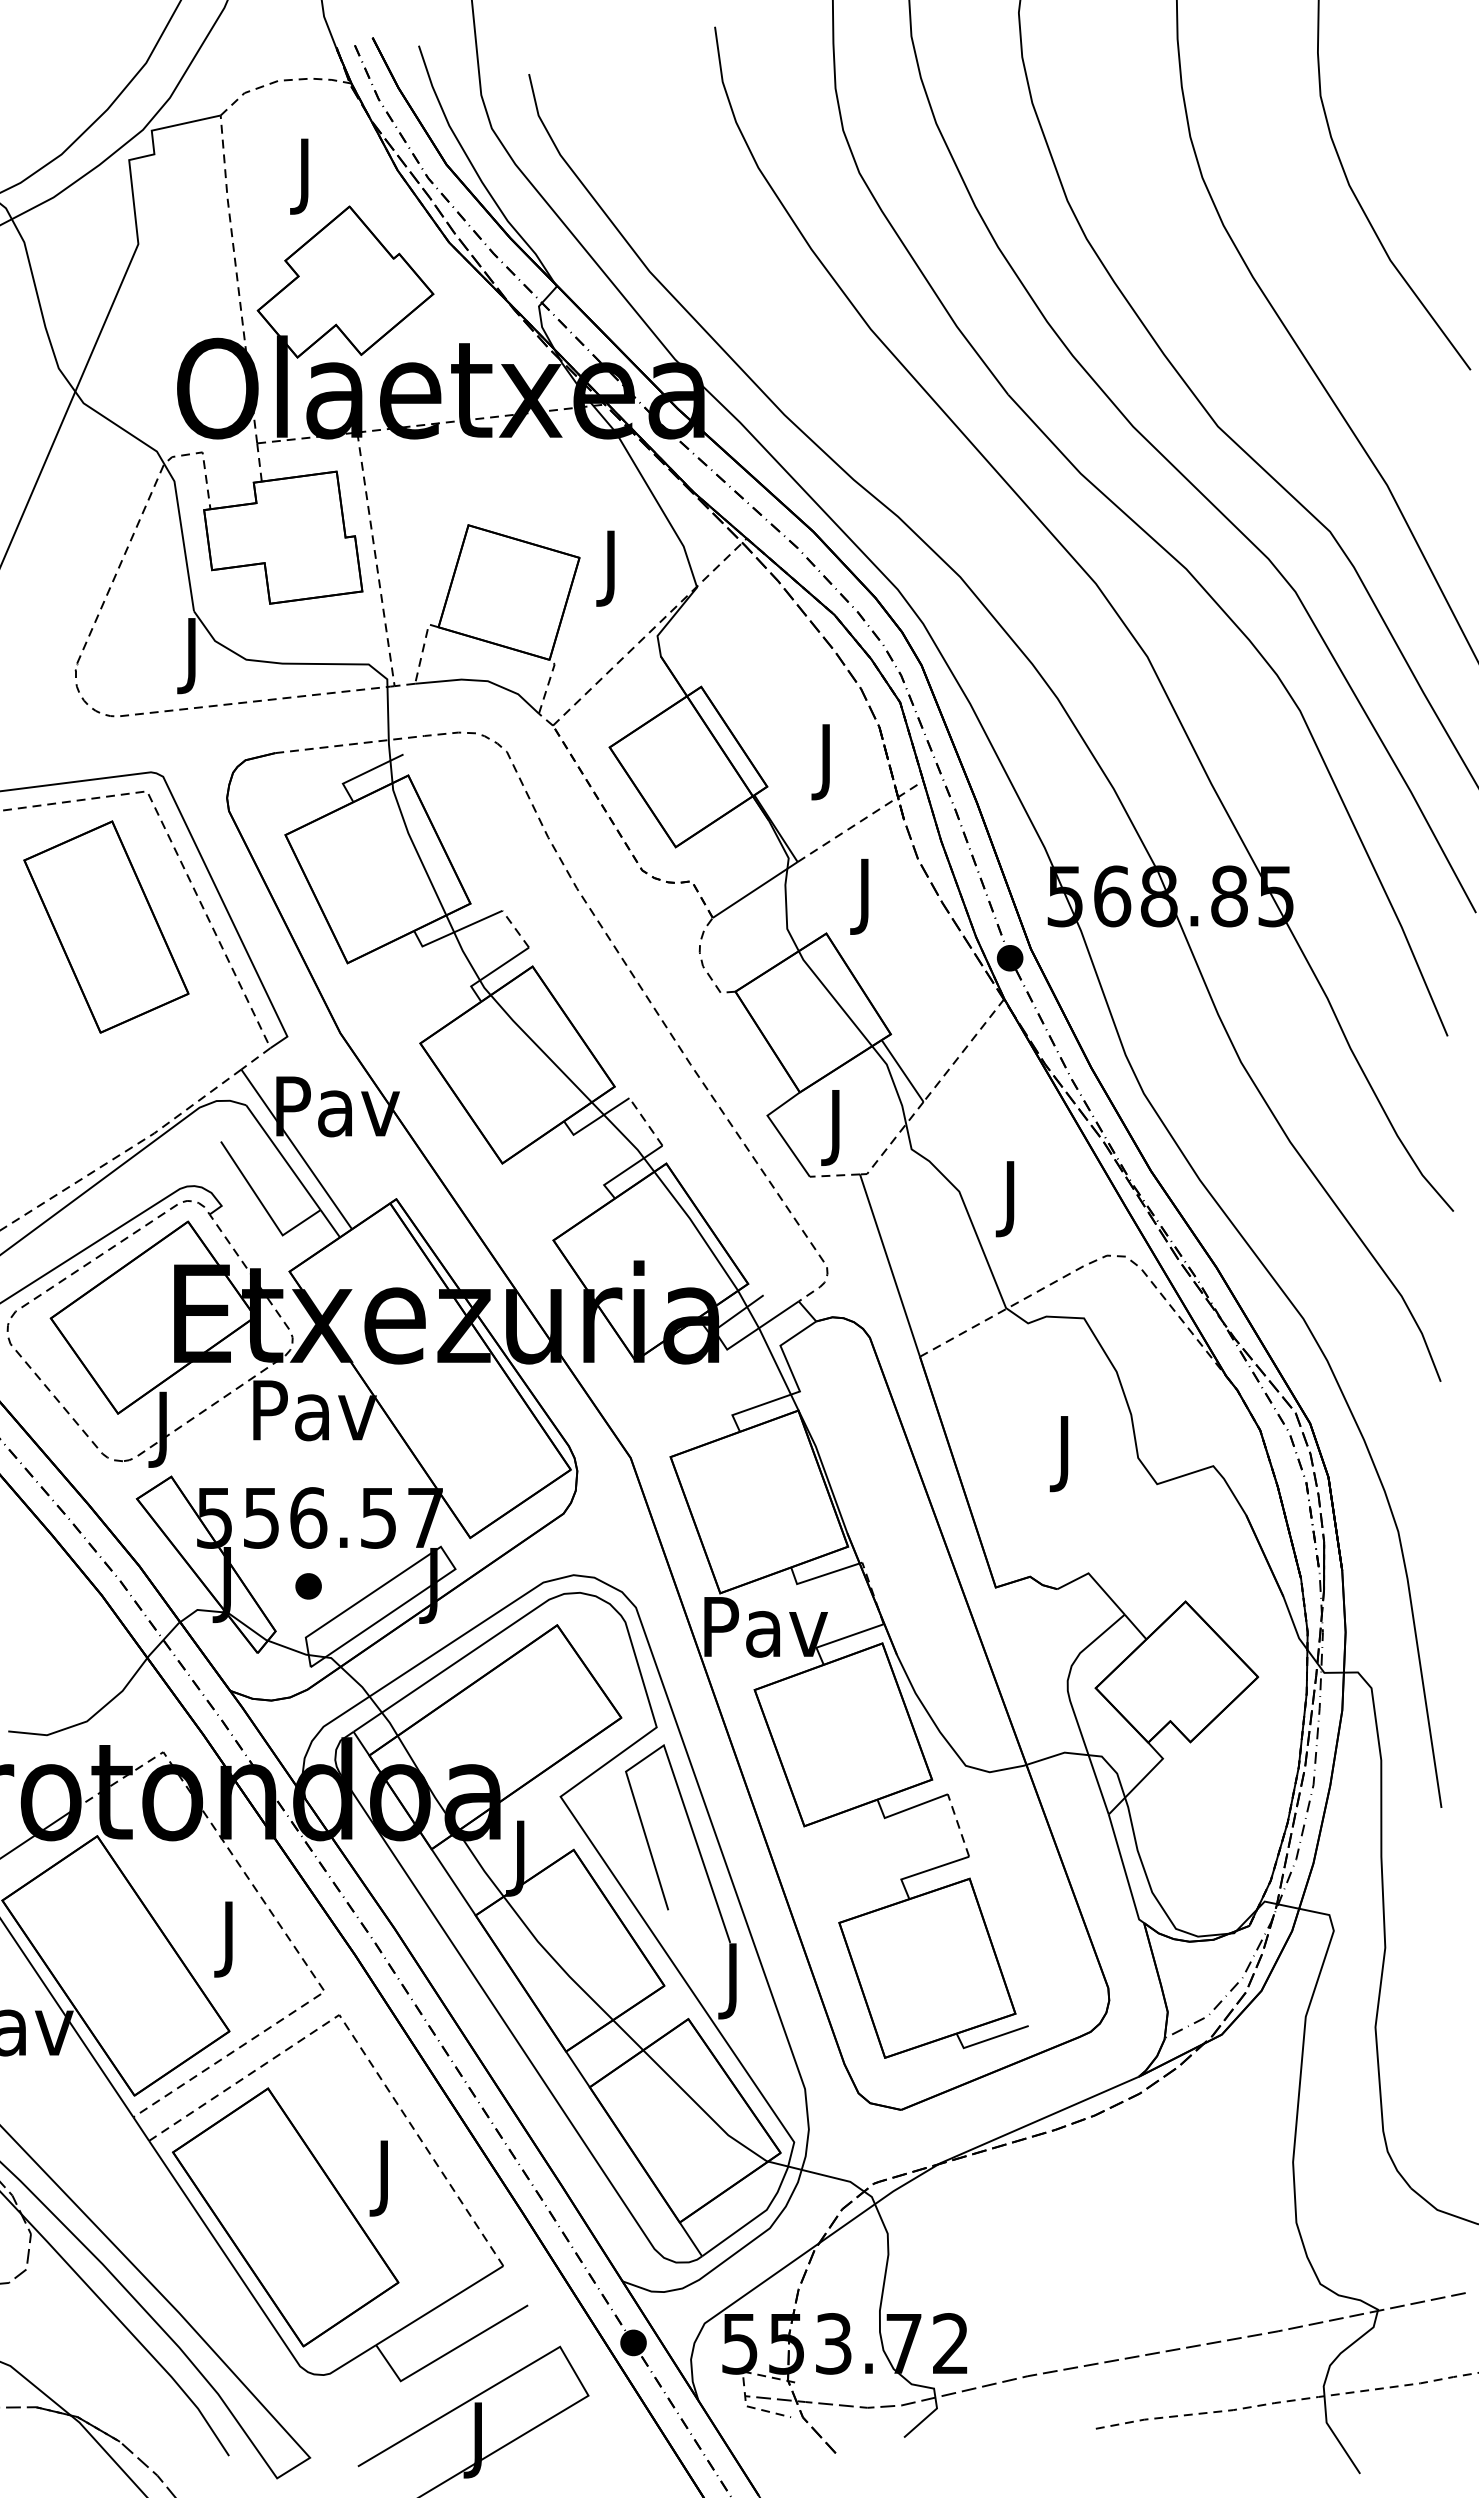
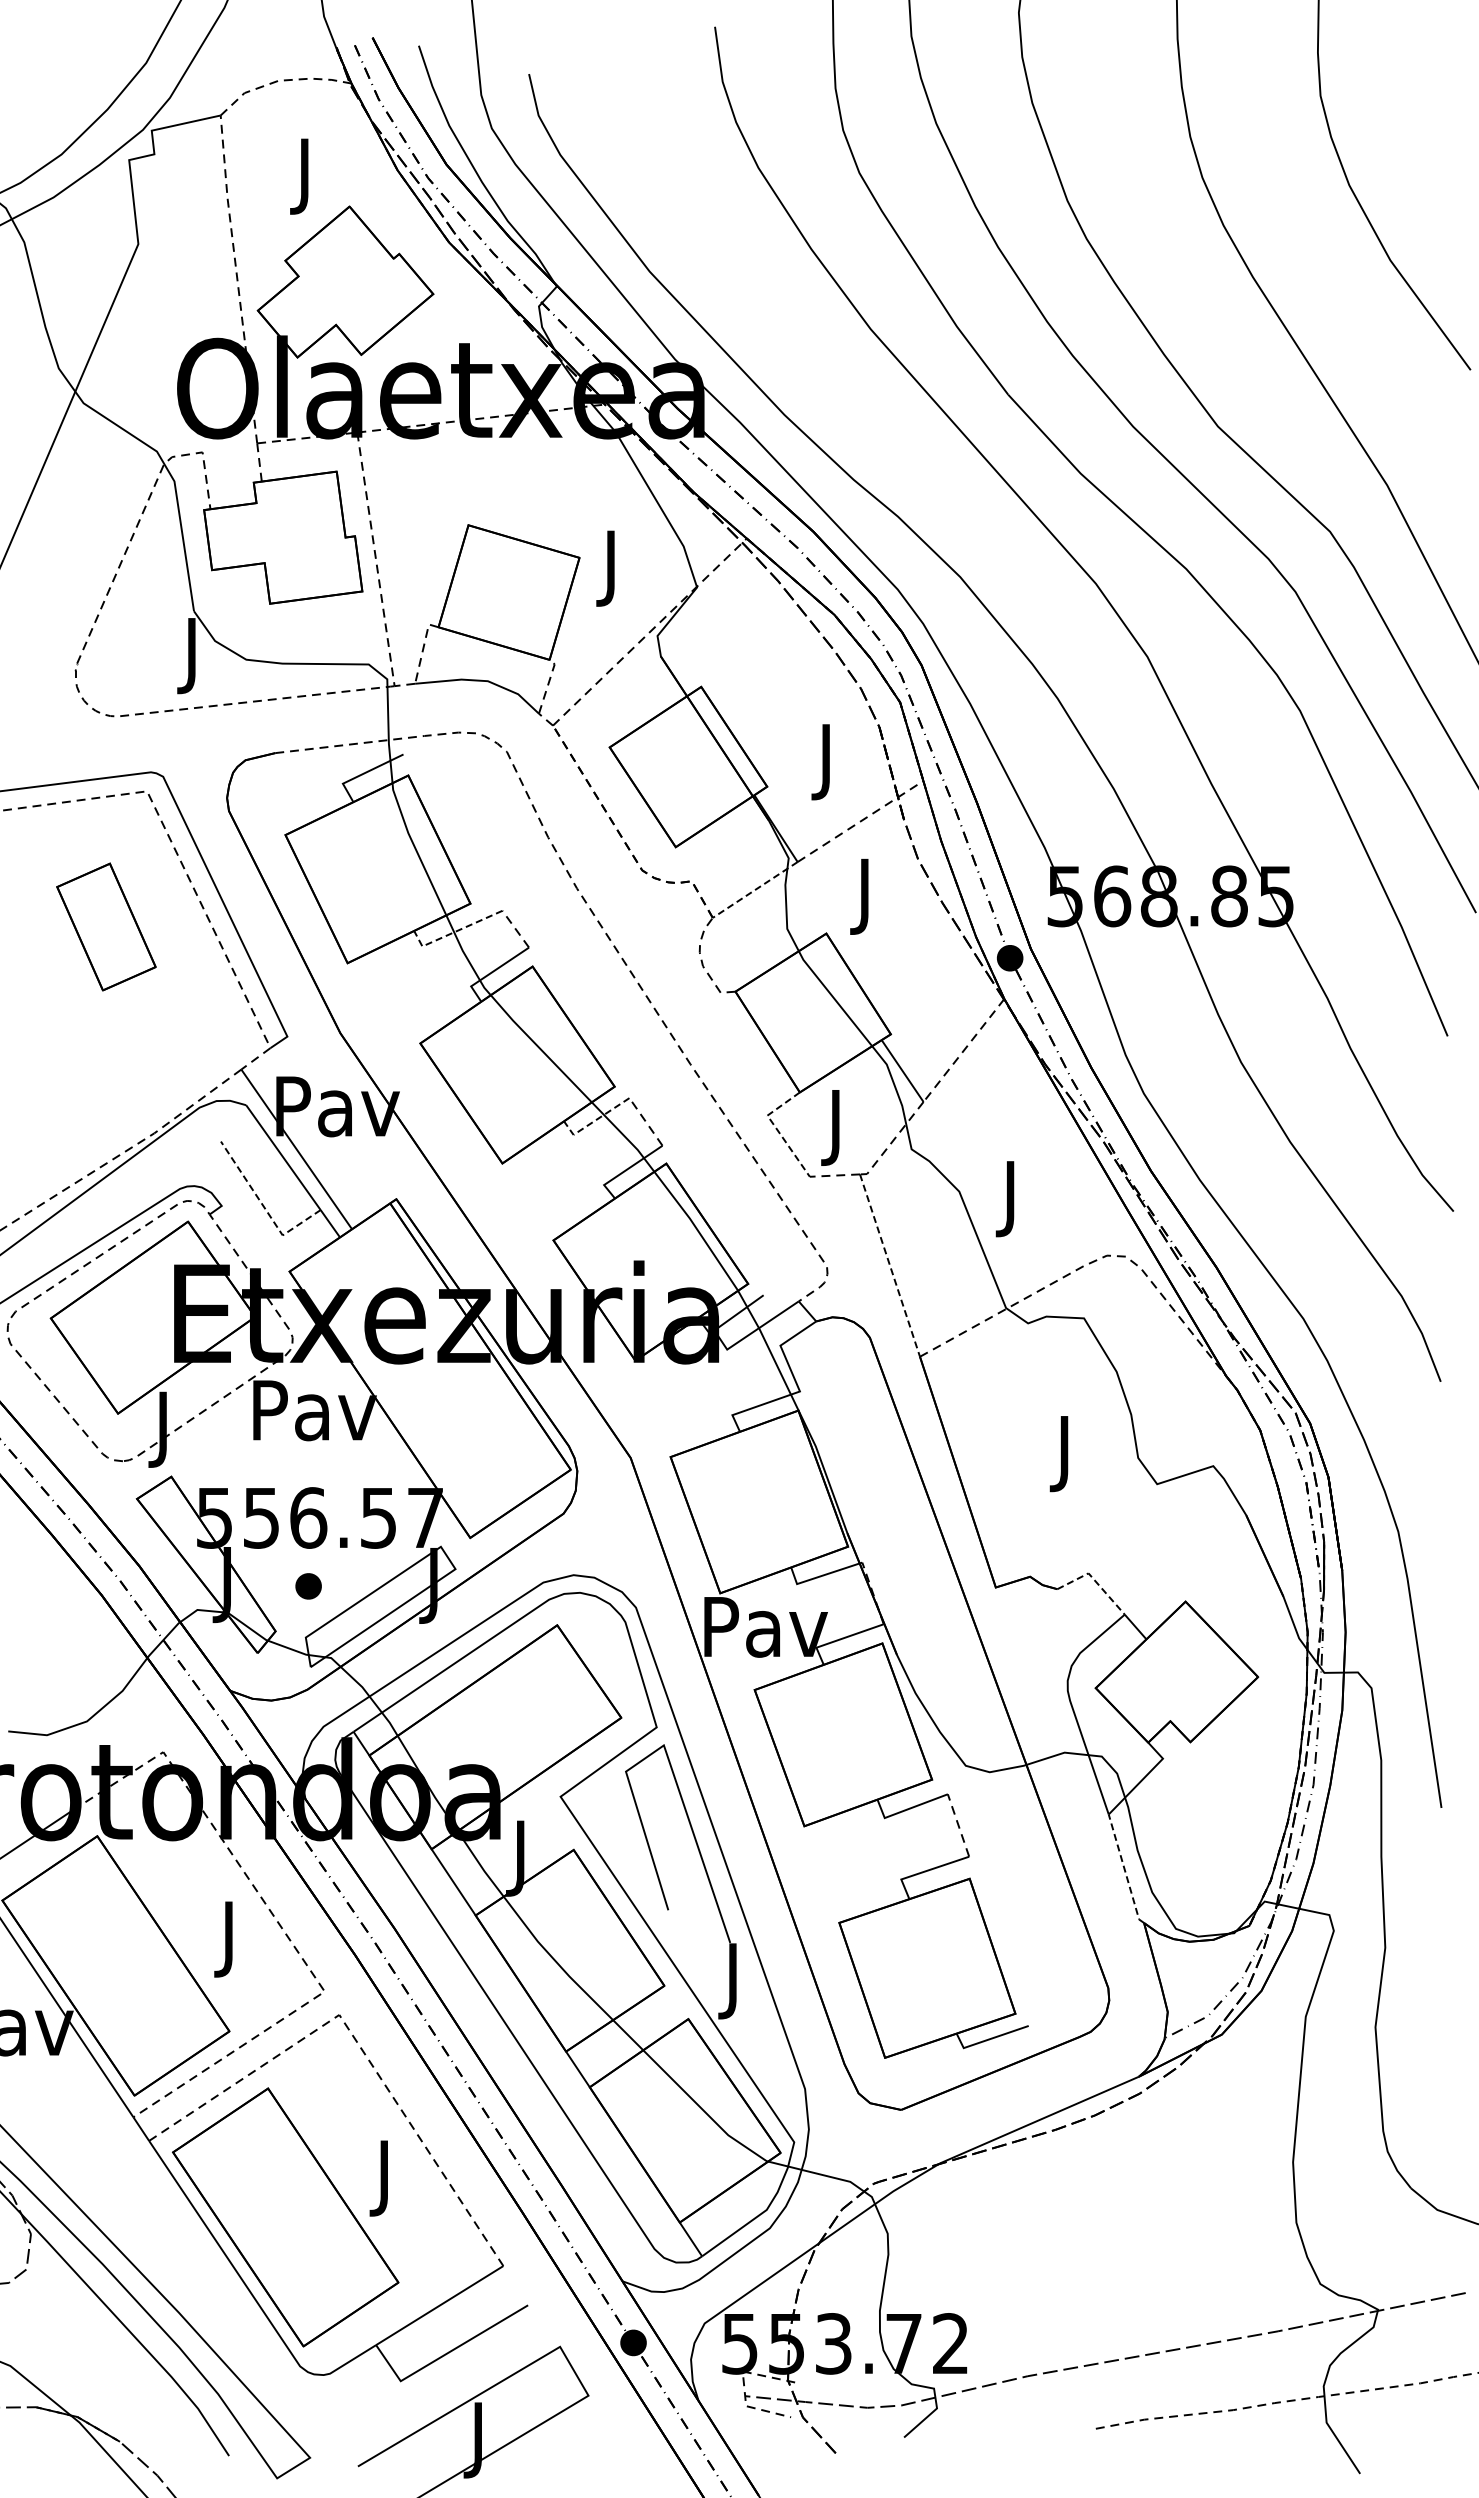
line at (755, 889): solid -> dashed
part at (106, 926) size: 167x214 px -> 101x130 px
line at (453, 932): solid -> dashed
line at (593, 1121): solid -> dashed
line at (777, 1129): solid -> dashed
line at (264, 1207): solid -> dashed
line at (890, 1265): solid -> dashed
line at (1095, 1580): solid -> dashed
line at (1125, 1870): solid -> dashed
